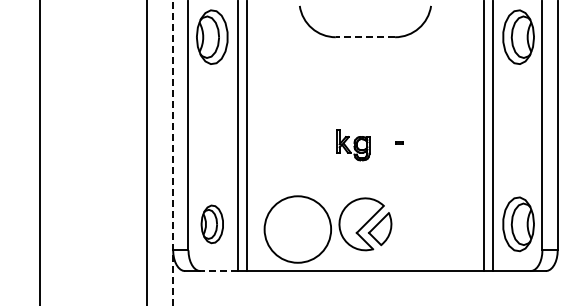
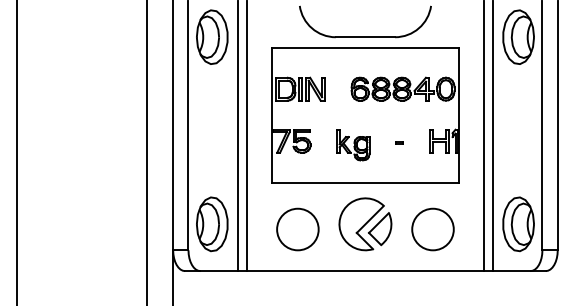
line at (365, 37): dashed -> solid
part at (365, 115): none -> present
line at (40, 152) position: (40, 152) -> (17, 152)
line at (173, 153): dashed -> solid
part at (211, 224) size: 24x41 px -> 33x57 px
circle at (297, 229) diameter: 67 px -> 42 px
circle at (432, 229): none -> present
line at (219, 271): dashed -> solid
